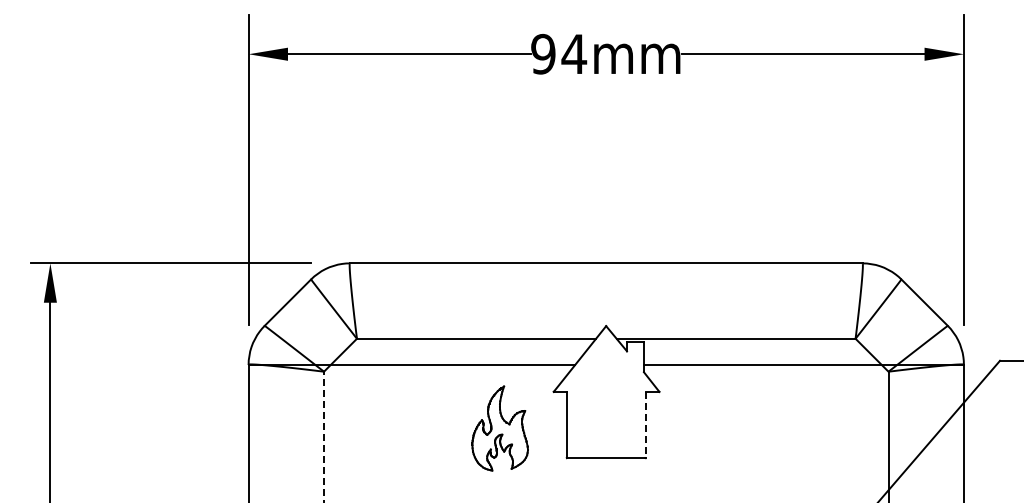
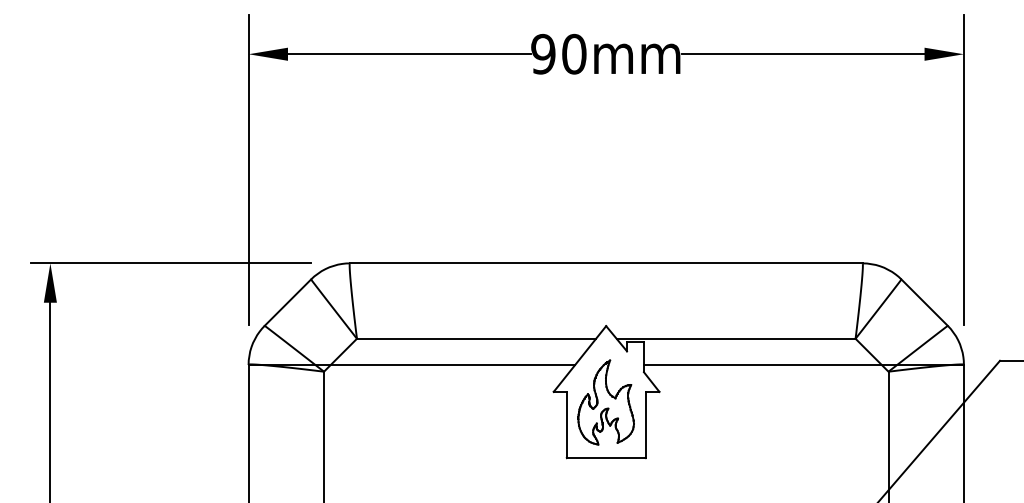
text at (574, 53): 94mm -> 90mm
line at (645, 425): dashed -> solid
part at (499, 428) position: (499, 428) -> (605, 402)
line at (324, 436): dashed -> solid
